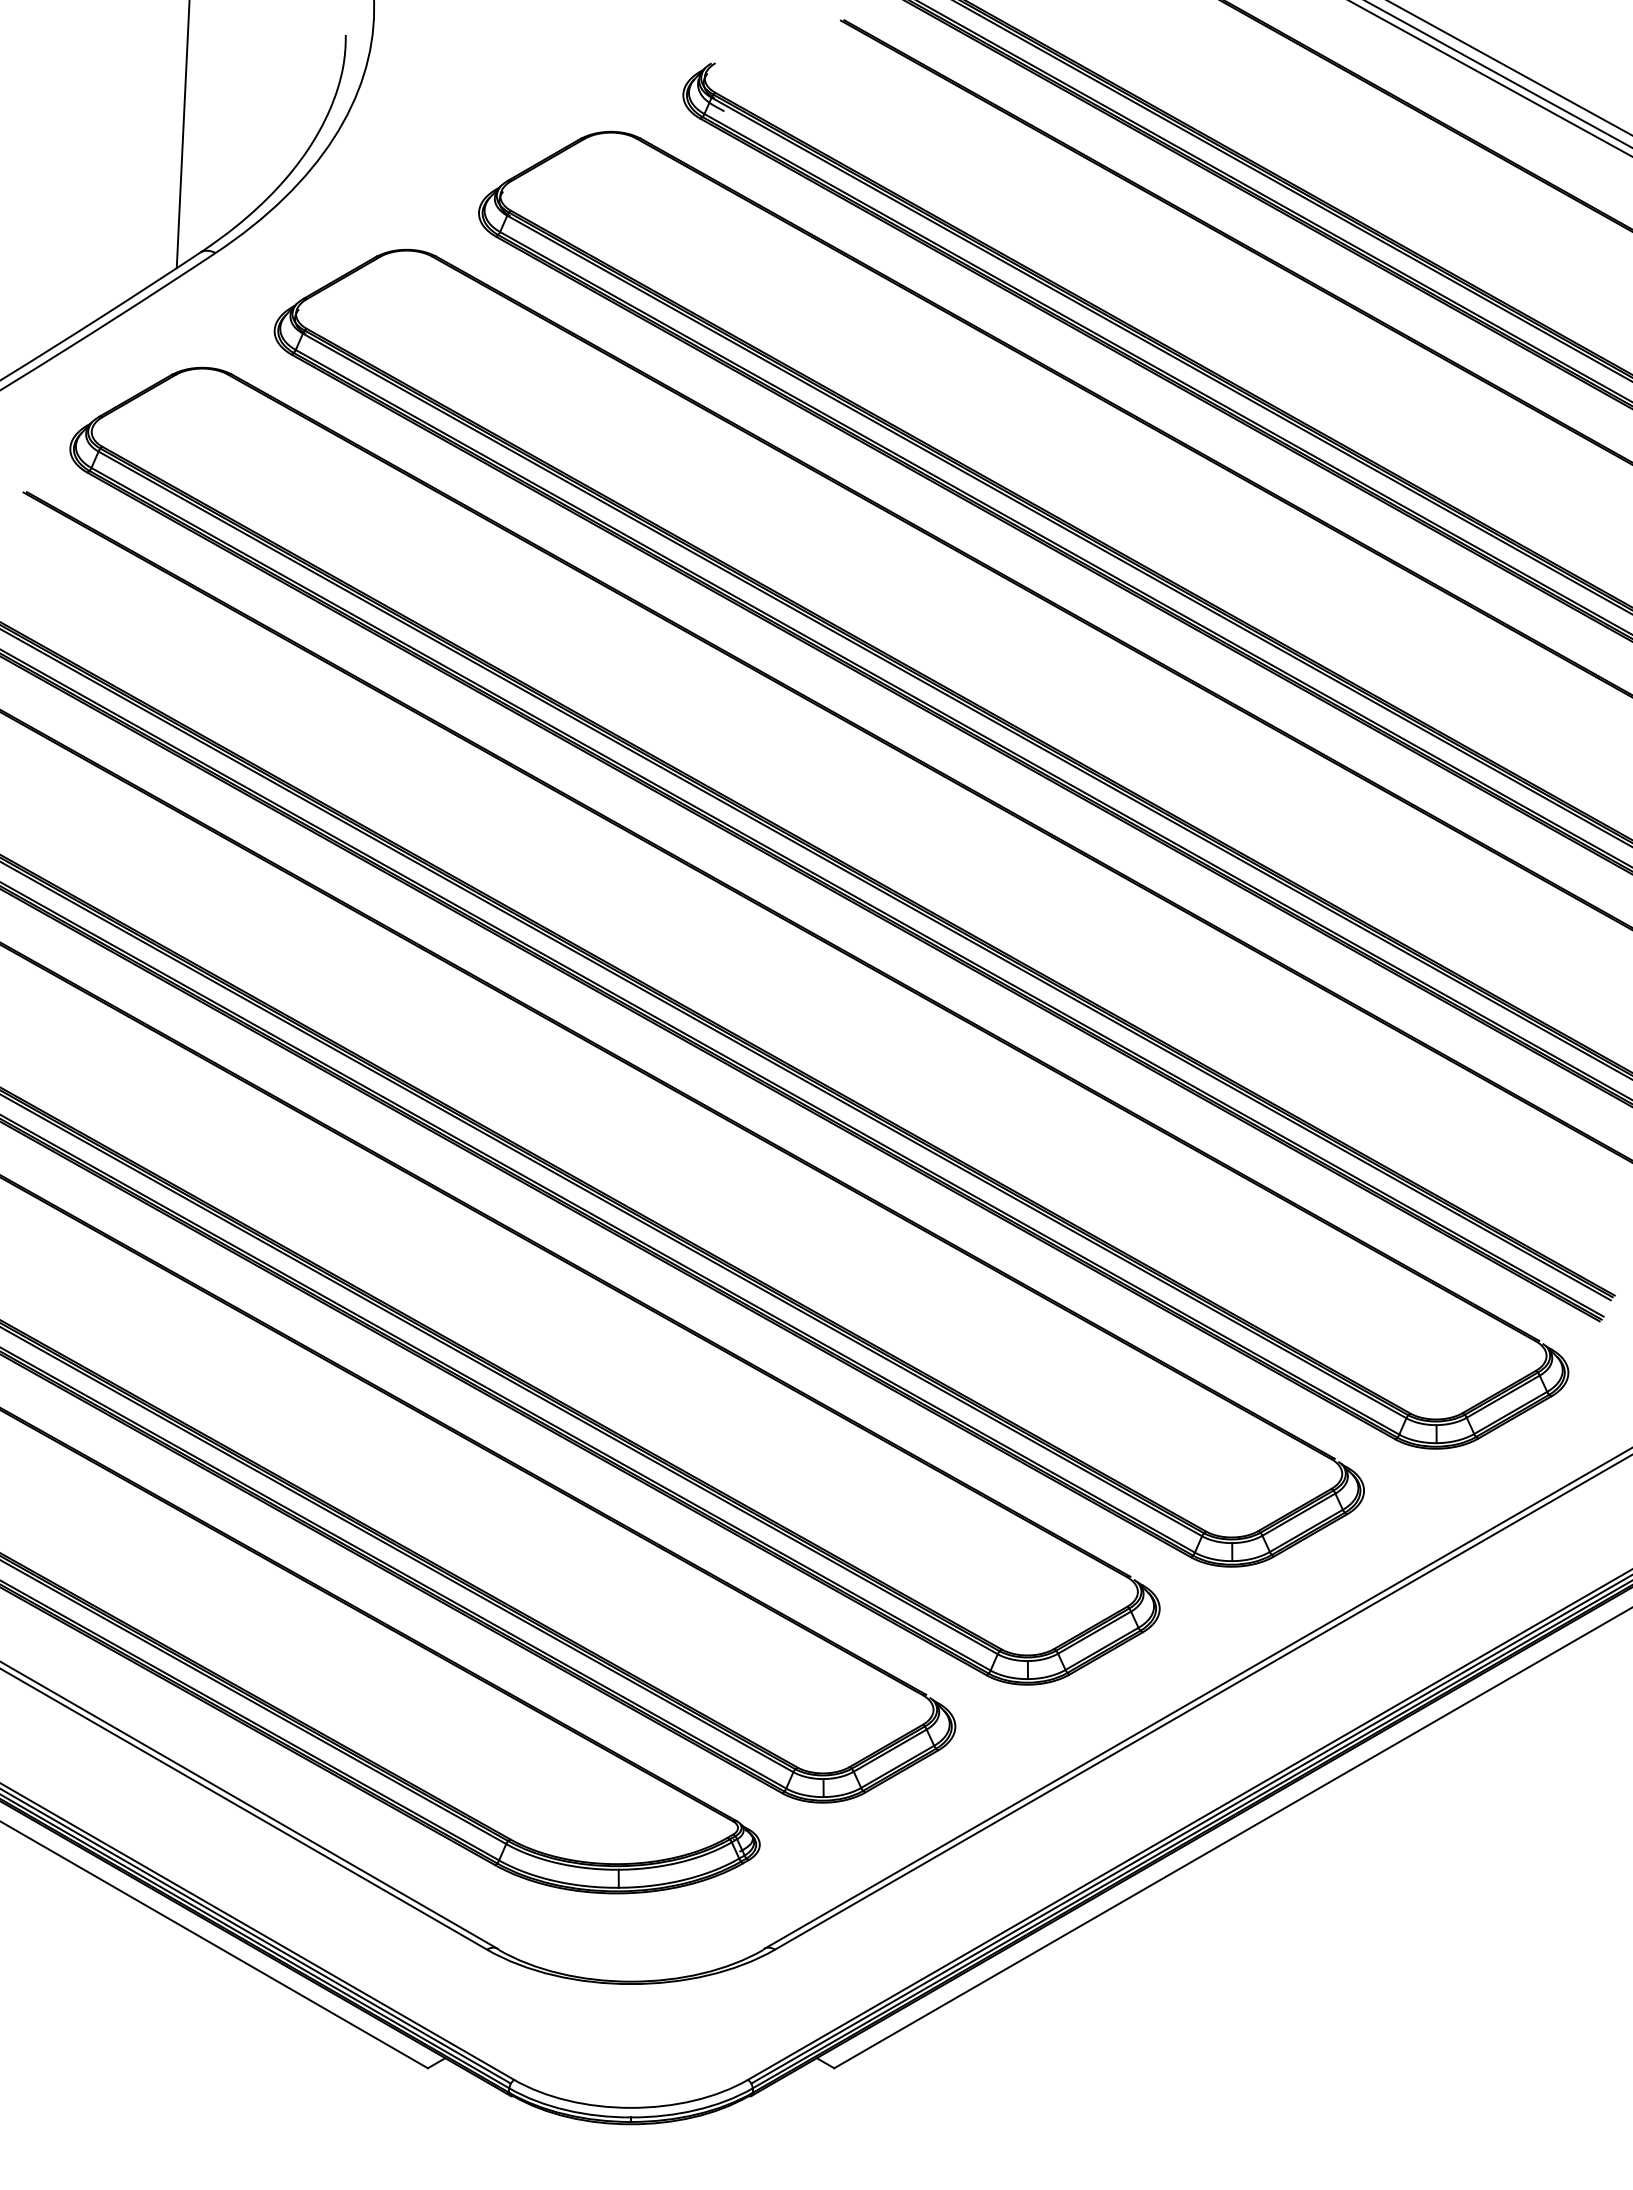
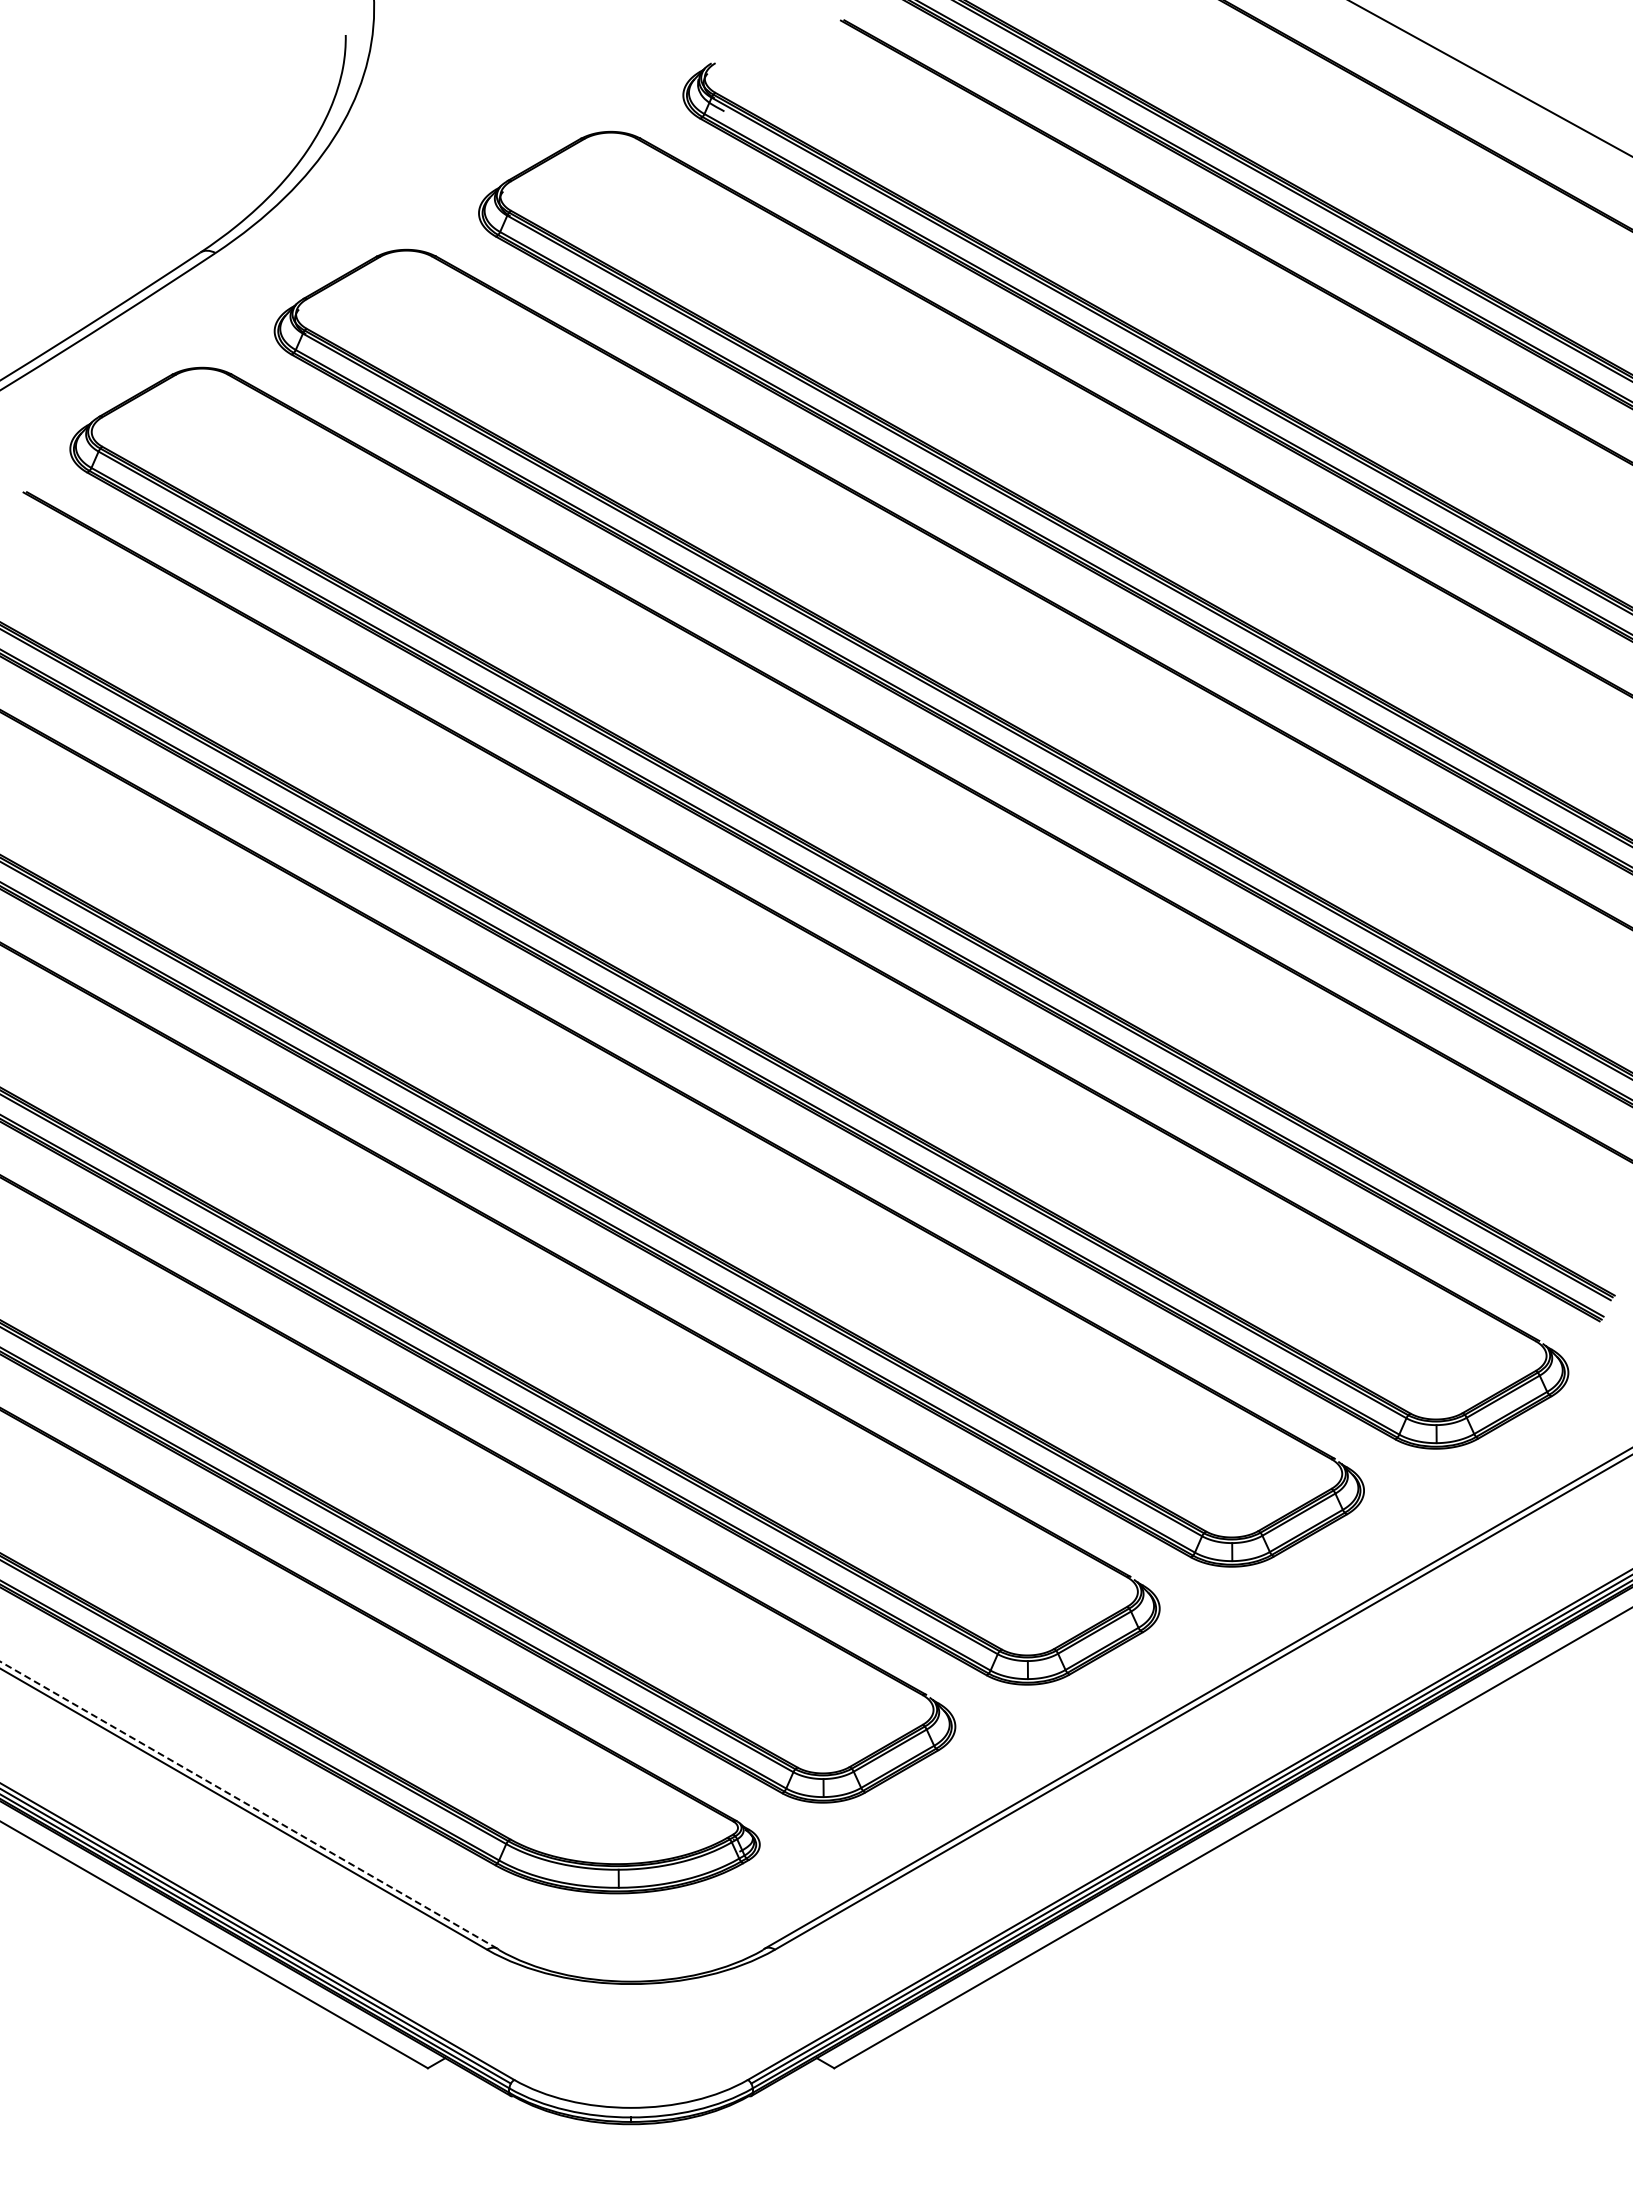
line at (1509, 67): present -> none
line at (1498, 74): present -> none
line at (182, 134): present -> none
line at (248, 1805): solid -> dashed
